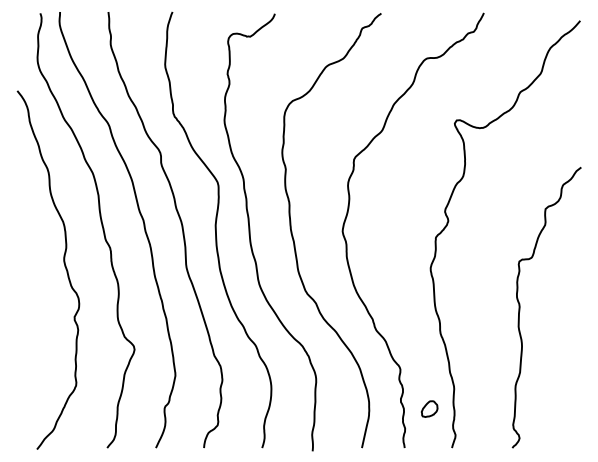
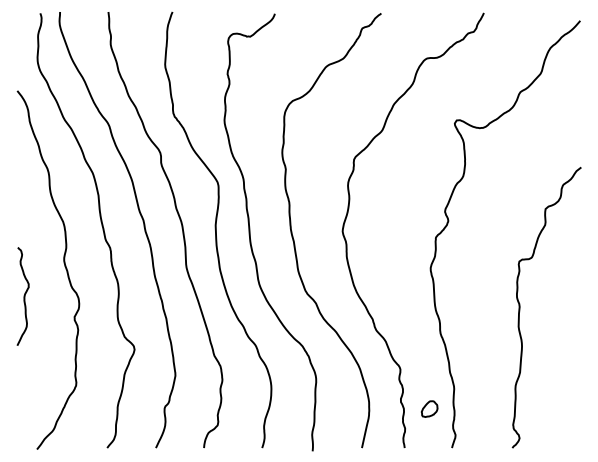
curve at (23, 296): none -> present
